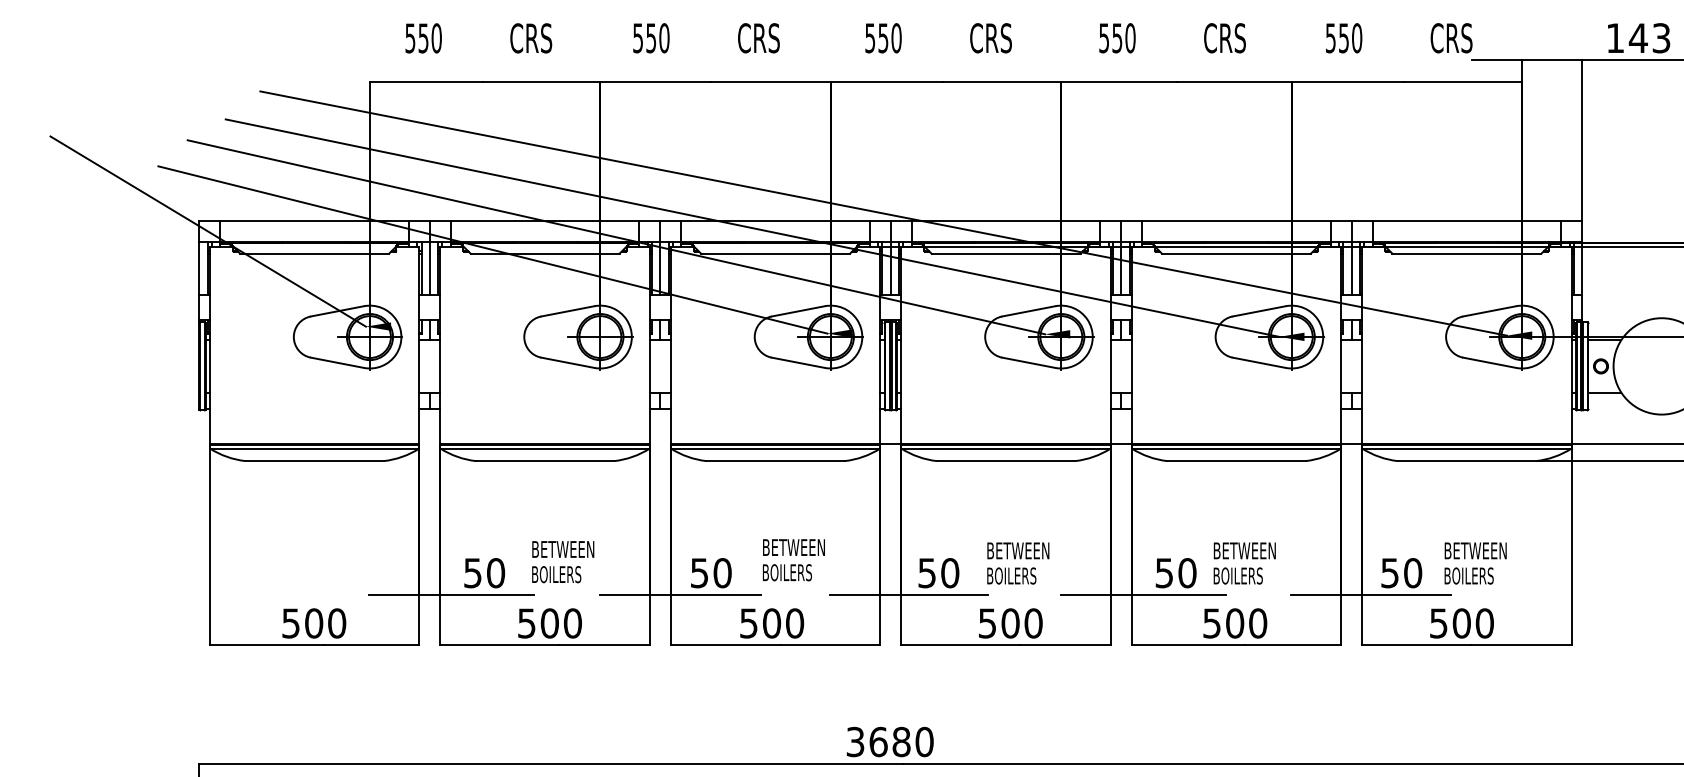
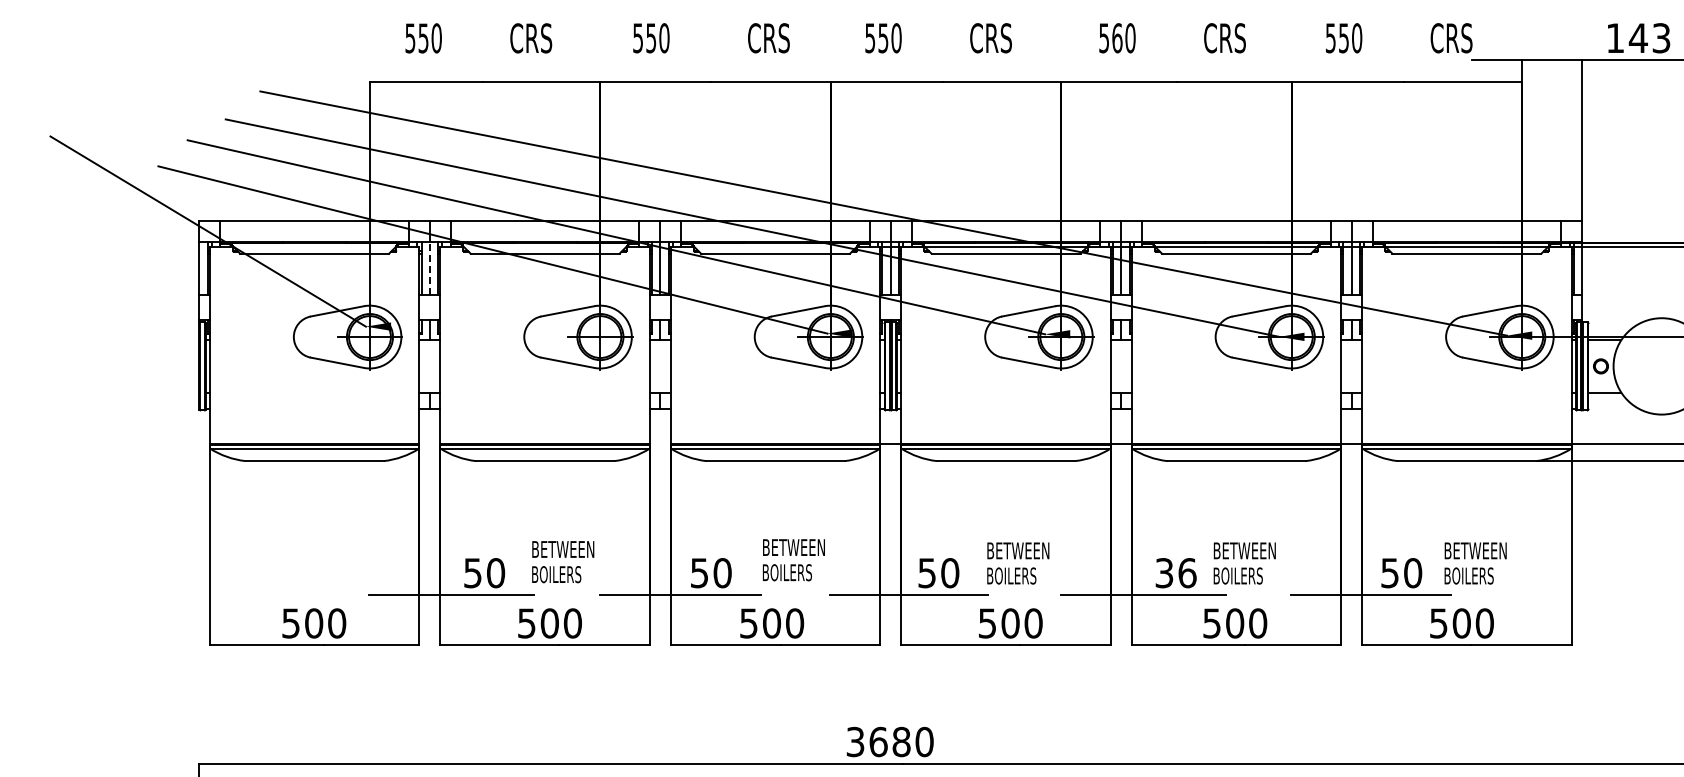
text at (758, 38) position: (758, 38) -> (768, 38)
text at (1117, 38): 550 -> 560
line at (429, 268): solid -> dashed
text at (1176, 573): 50 -> 36
